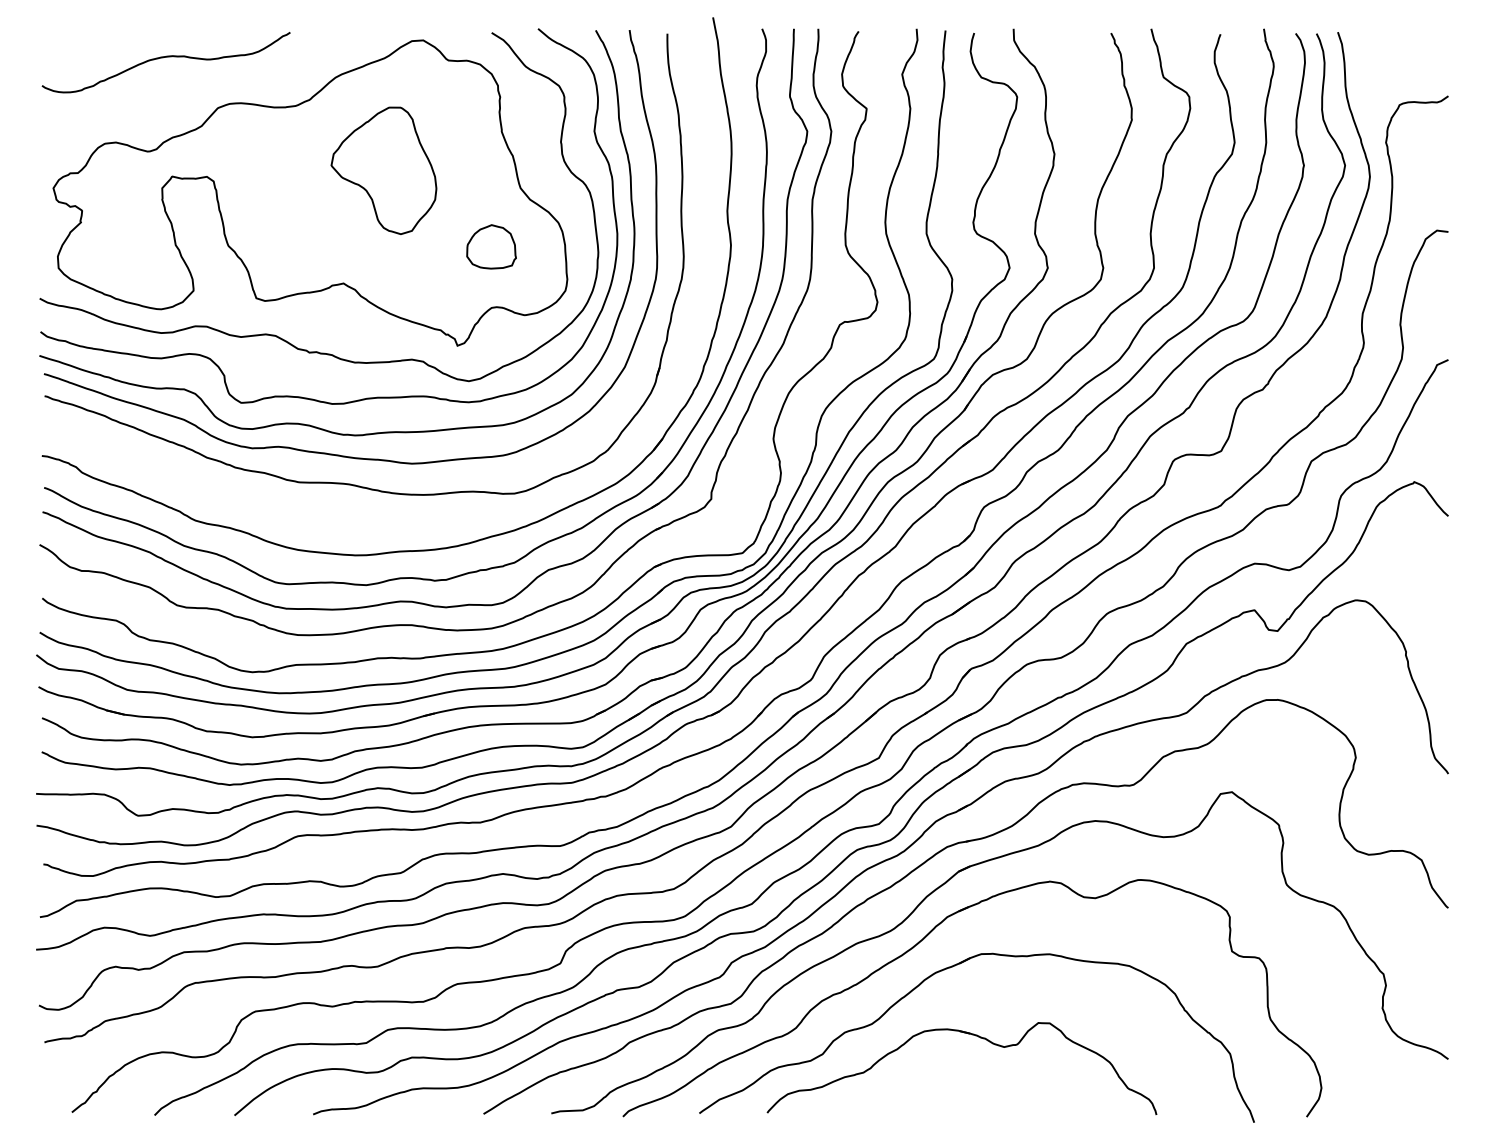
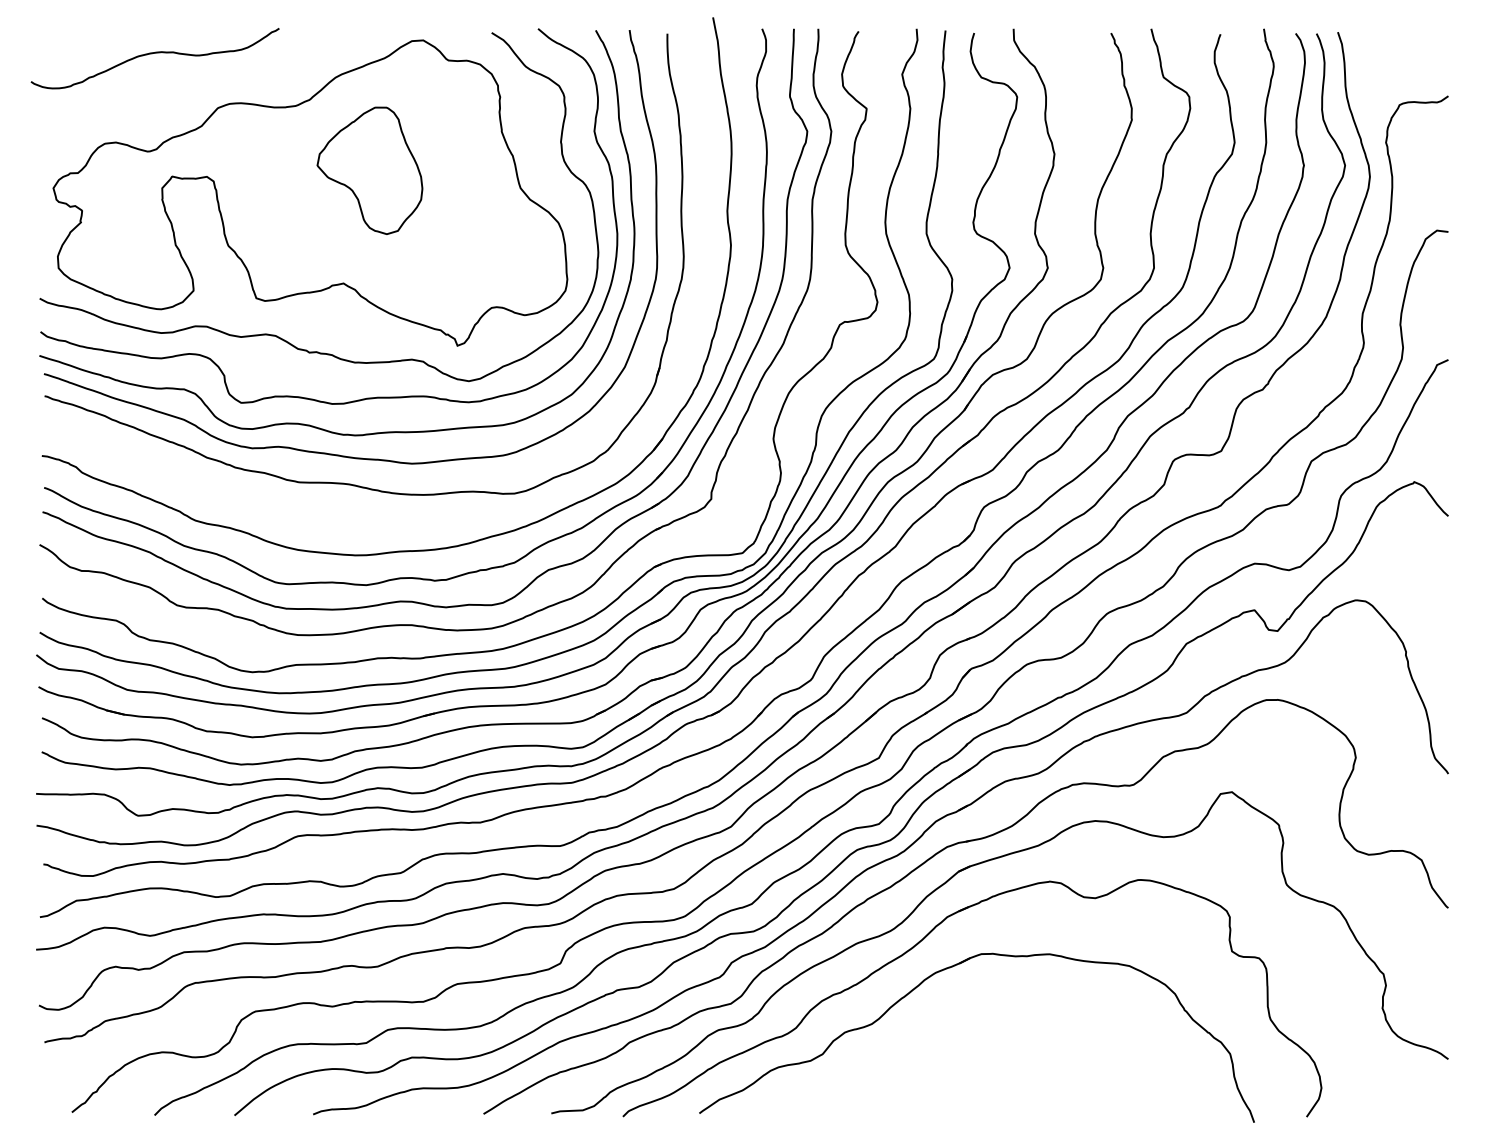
curve at (163, 58) position: (163, 58) -> (152, 54)
part at (383, 170) position: (383, 170) -> (369, 170)
part at (491, 246): present -> none
part at (968, 1034): present -> none
